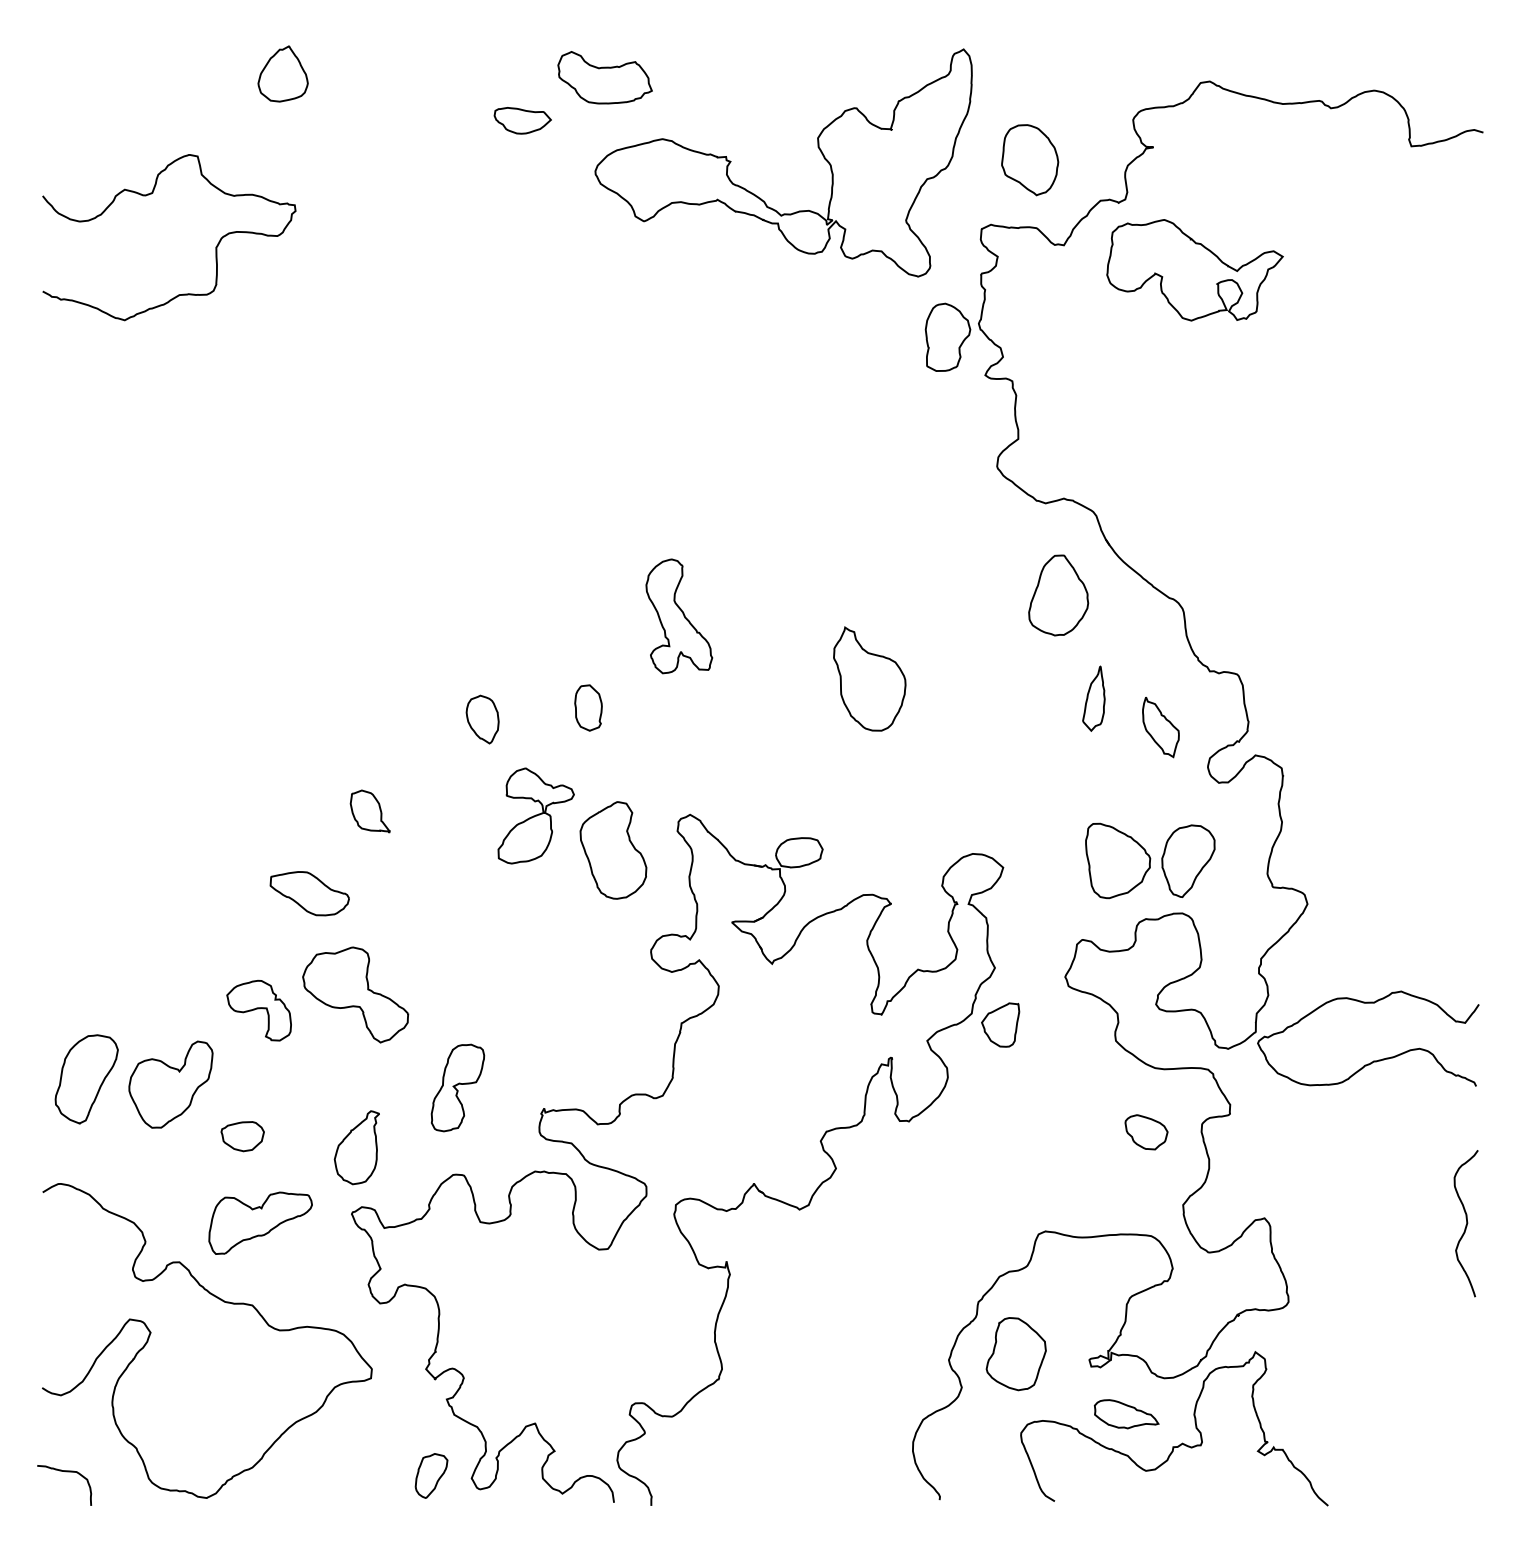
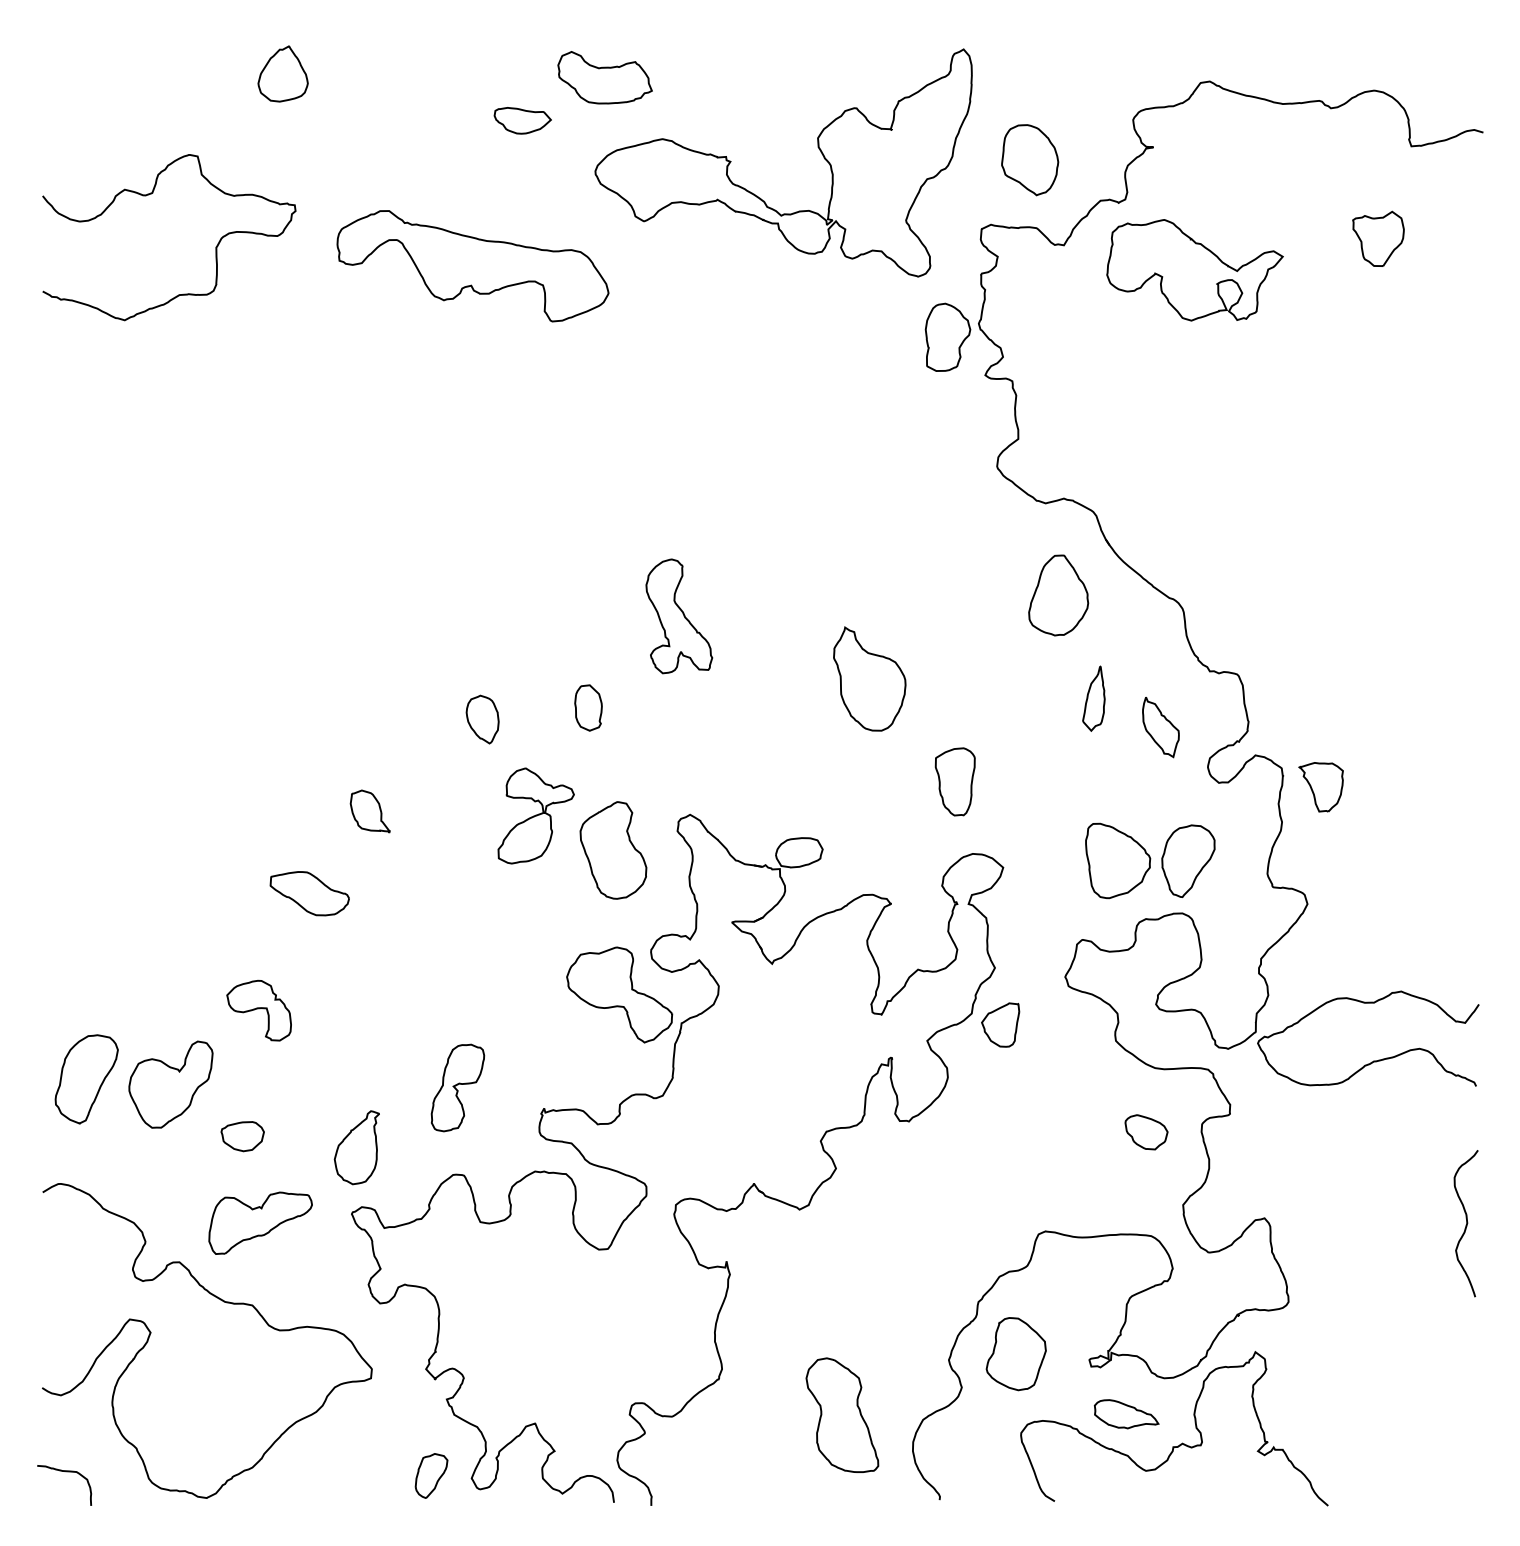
part at (1378, 238): none -> present
part at (472, 266): none -> present
part at (954, 781): none -> present
part at (1320, 787): none -> present
part at (355, 994) position: (355, 994) -> (619, 994)
part at (842, 1414): none -> present
